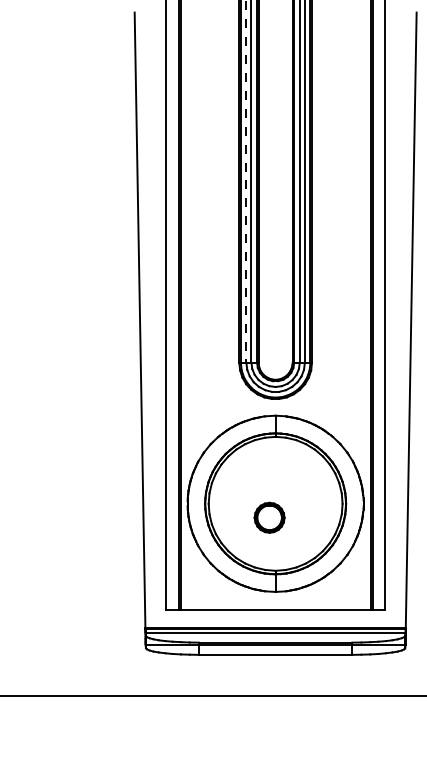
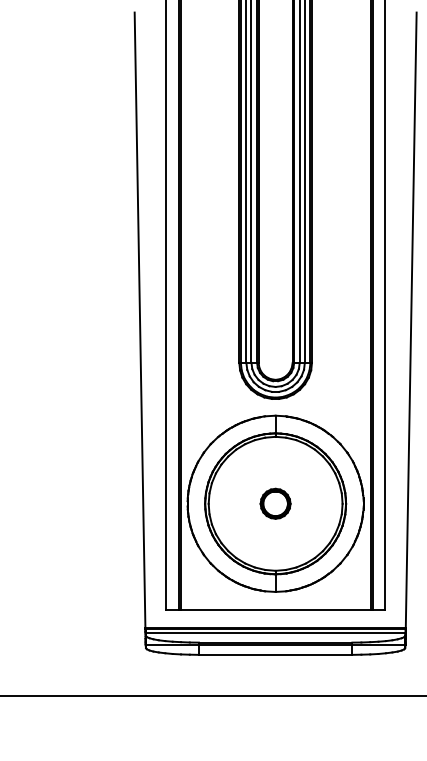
line at (246, 182): dashed -> solid
part at (269, 517) position: (269, 517) -> (275, 503)
